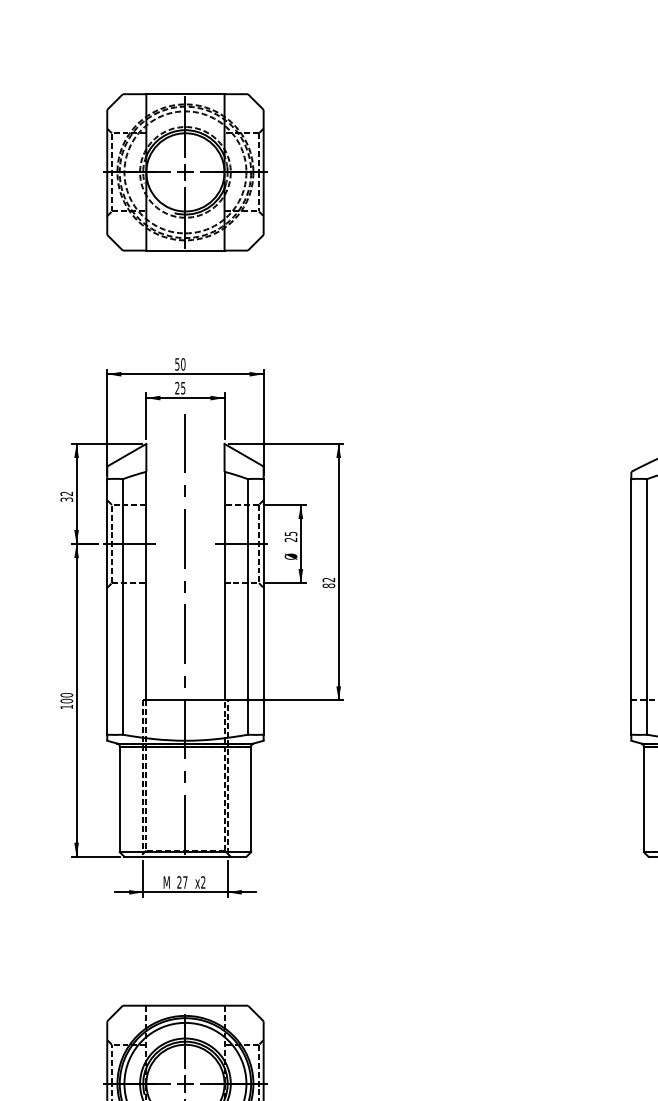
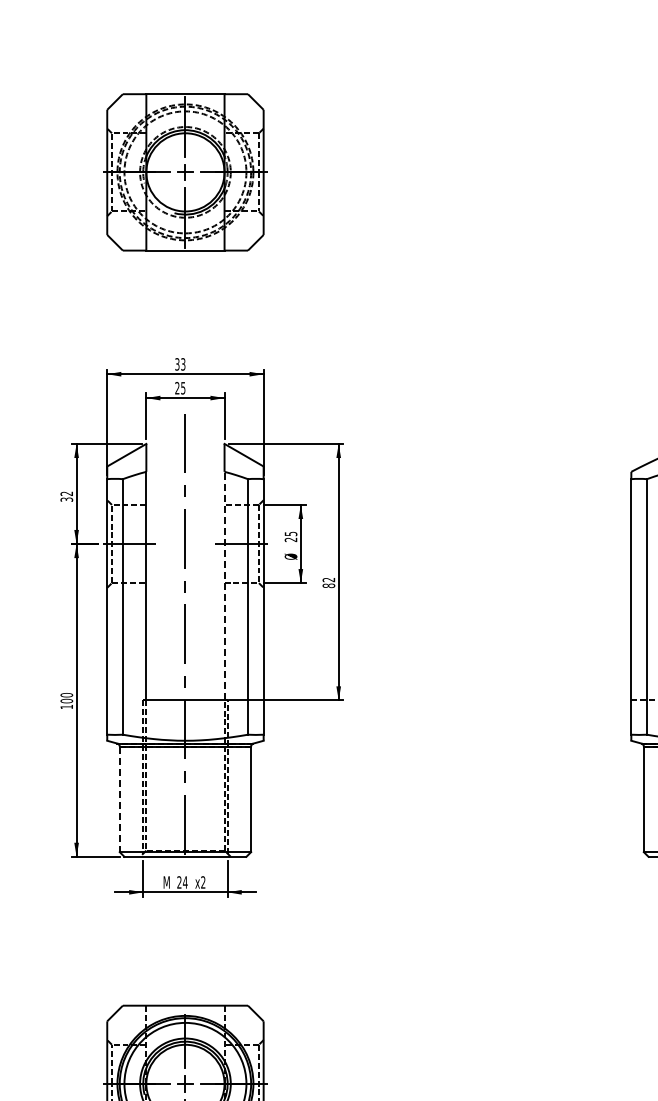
text at (180, 364): 50 -> 33
line at (224, 585): solid -> dashed
line at (119, 799): solid -> dashed
text at (184, 882): 27 -> 24
